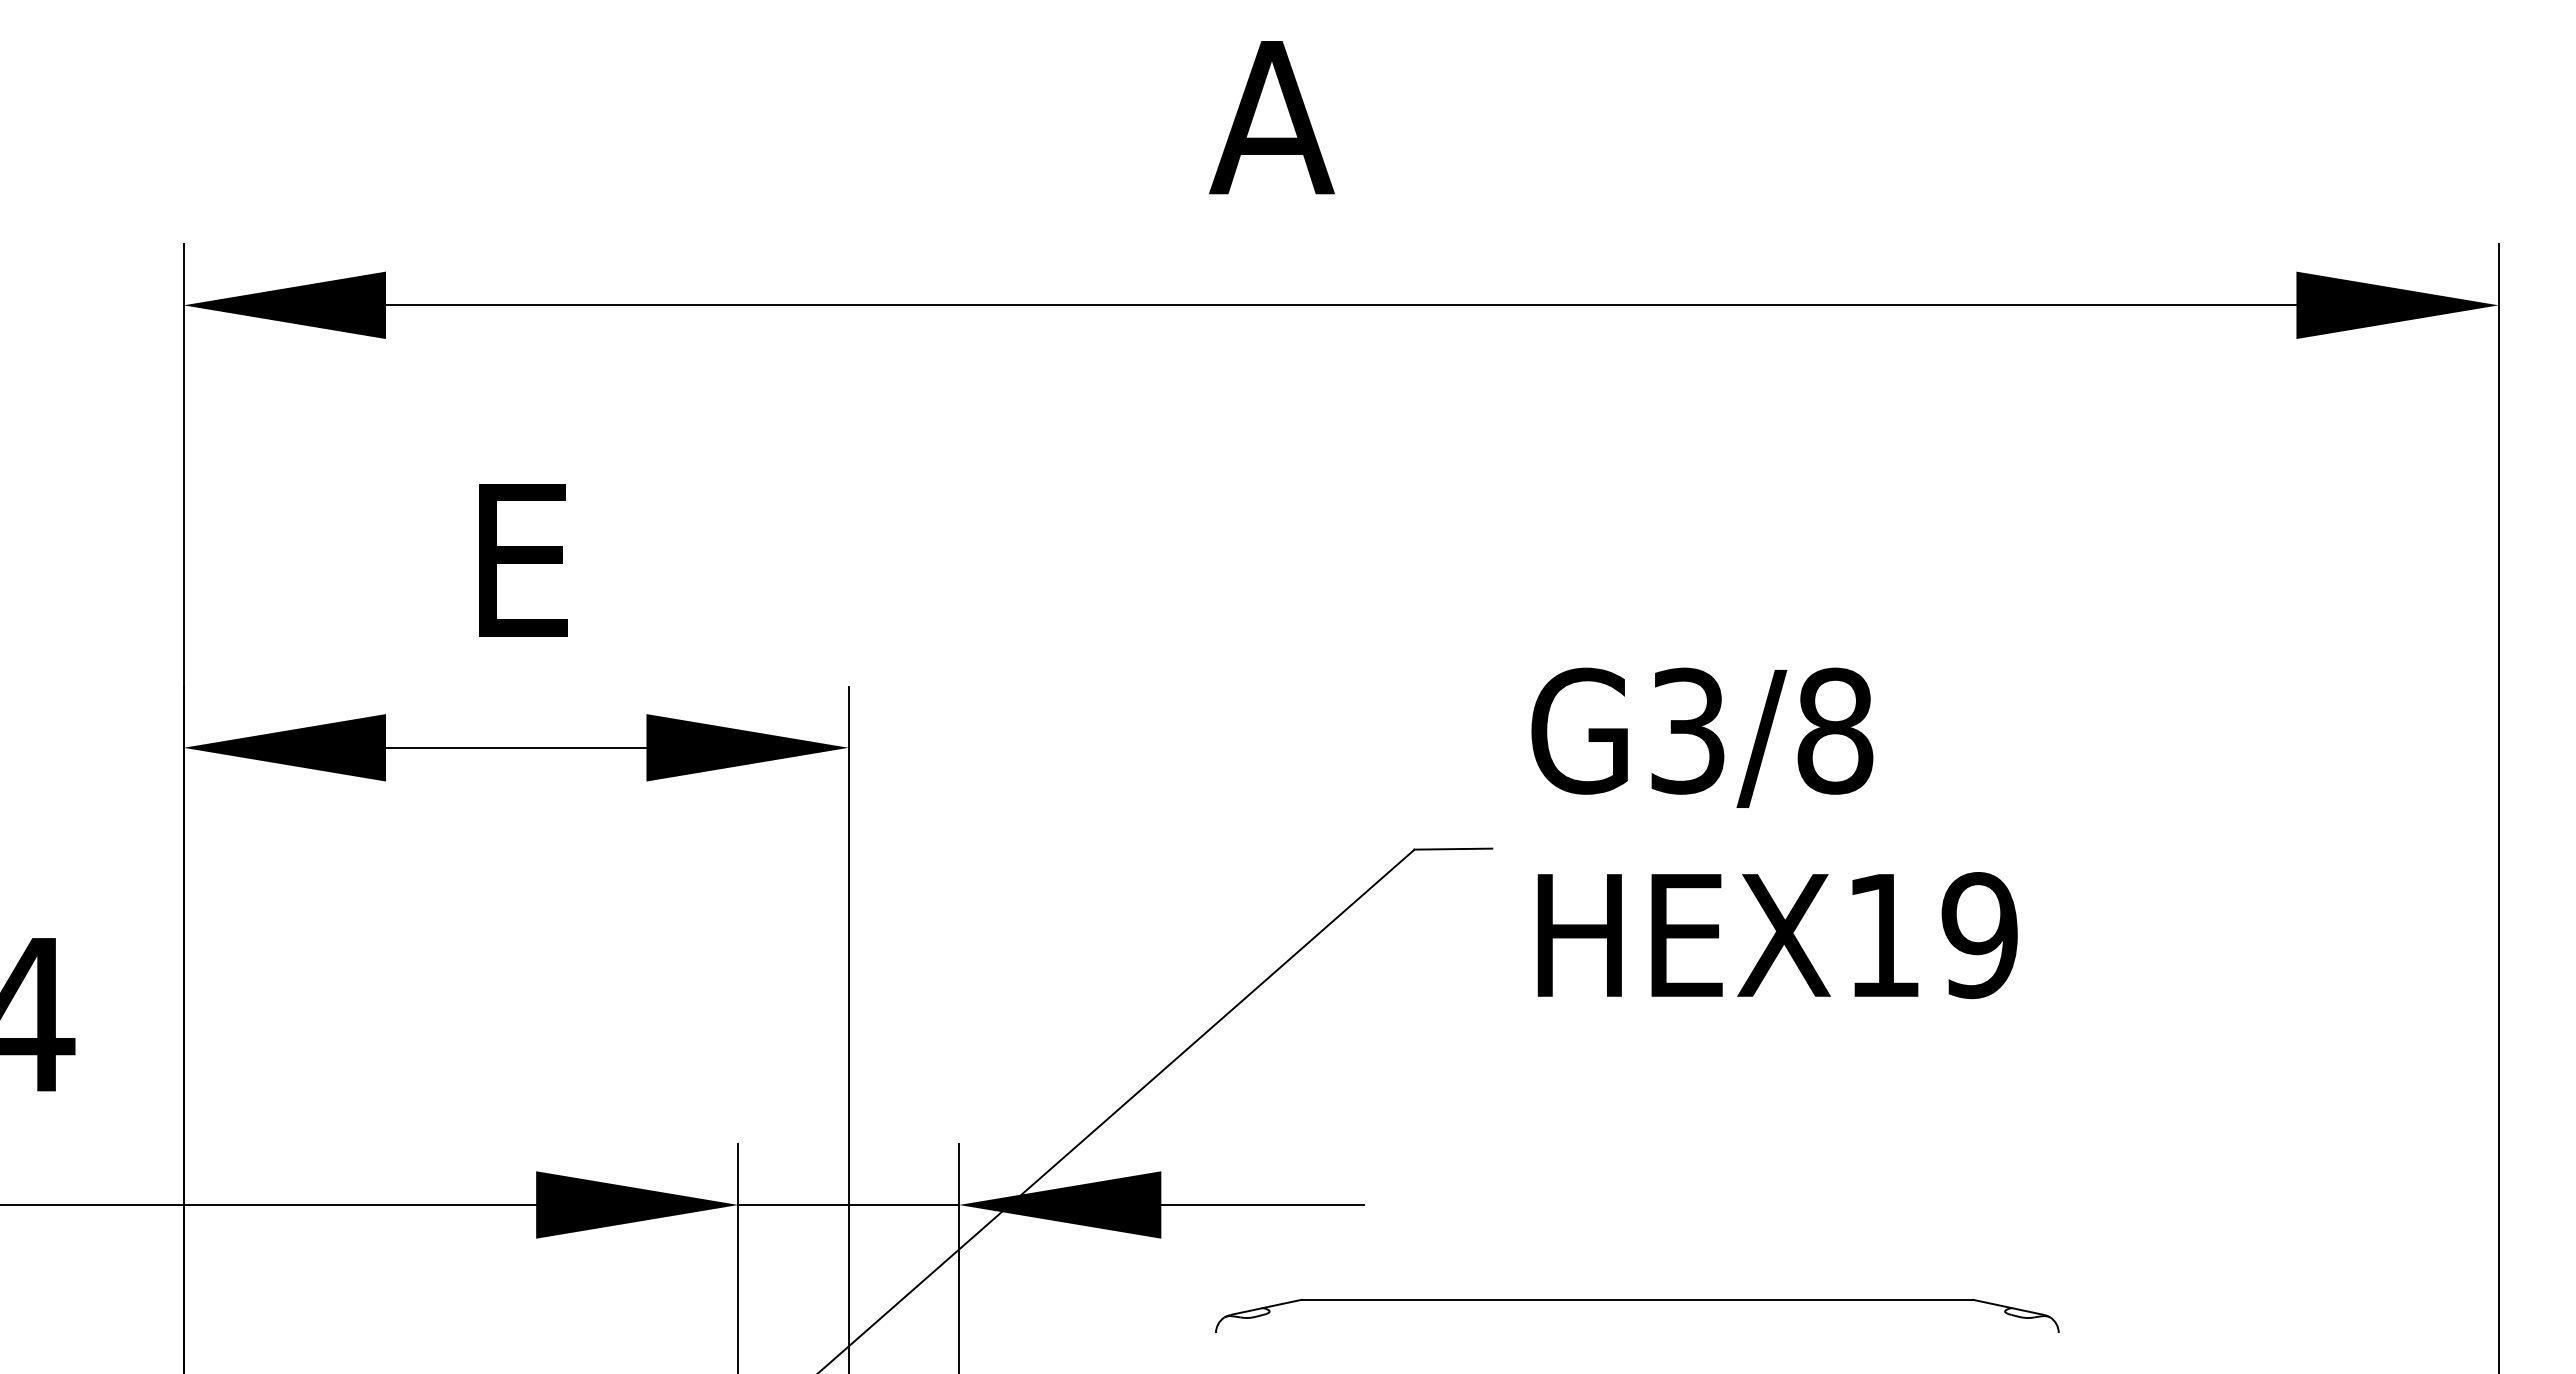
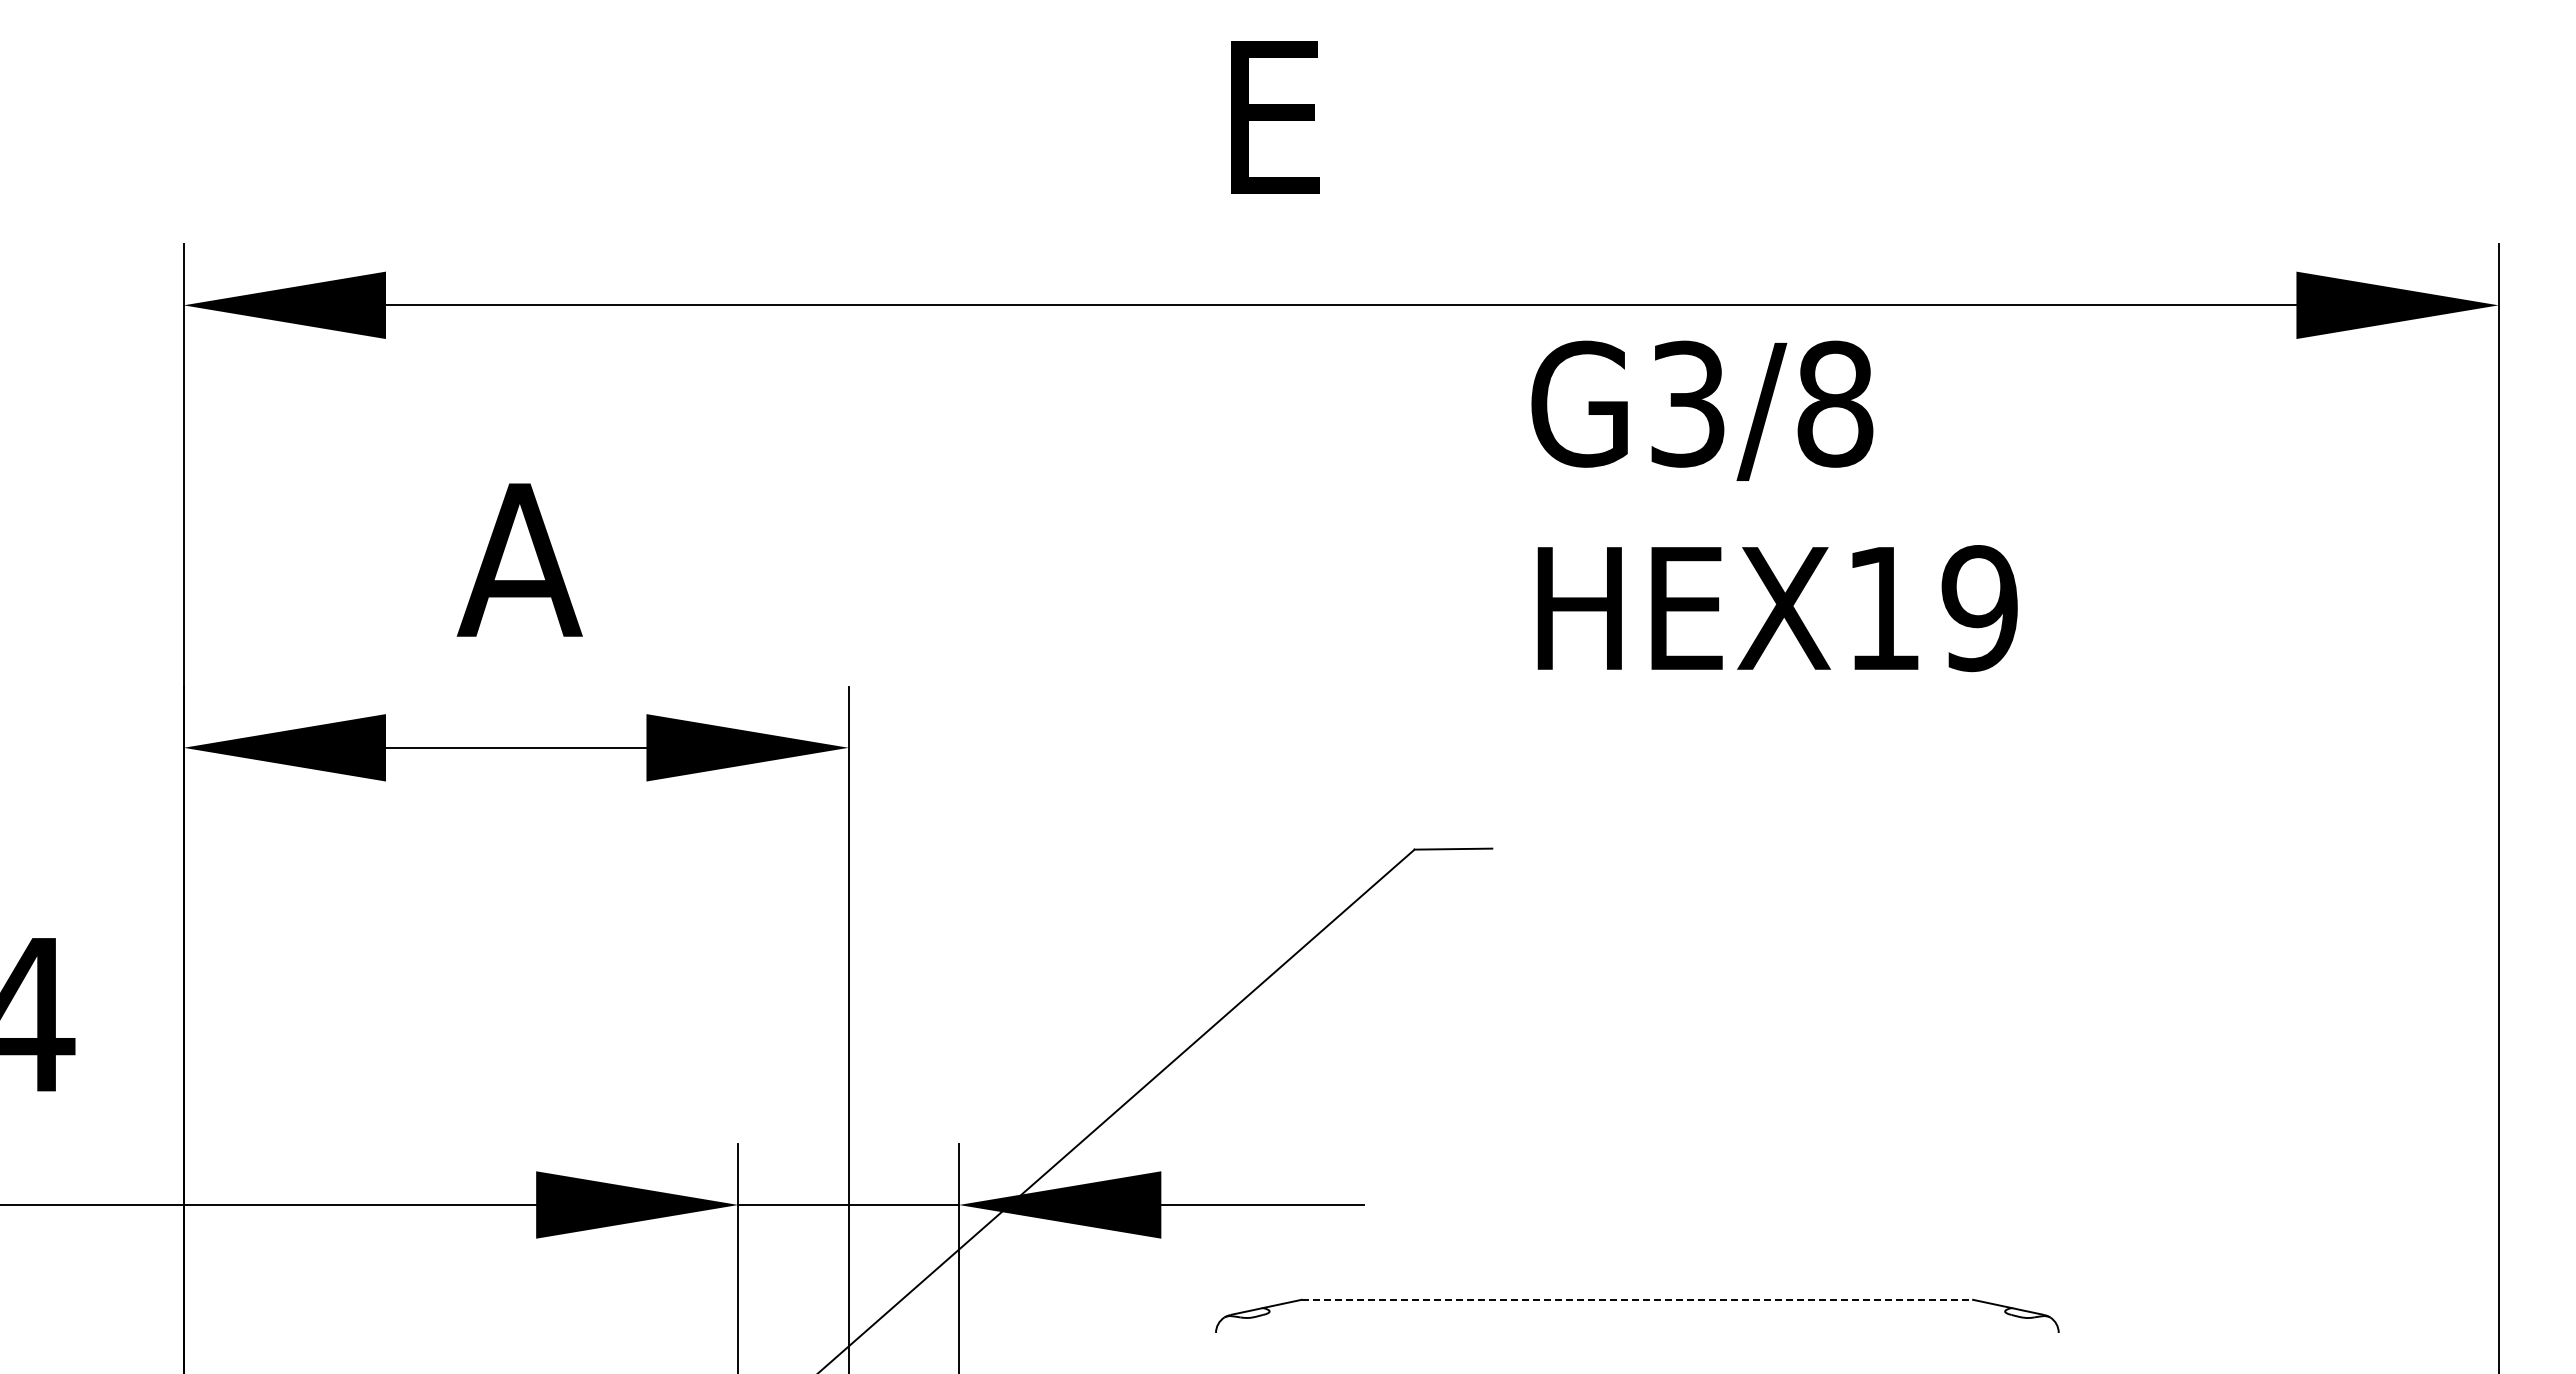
text at (1271, 117): A -> E
text at (519, 559): E -> A
text at (1774, 833) position: (1774, 833) -> (1774, 506)
line at (1637, 1299): solid -> dashed
